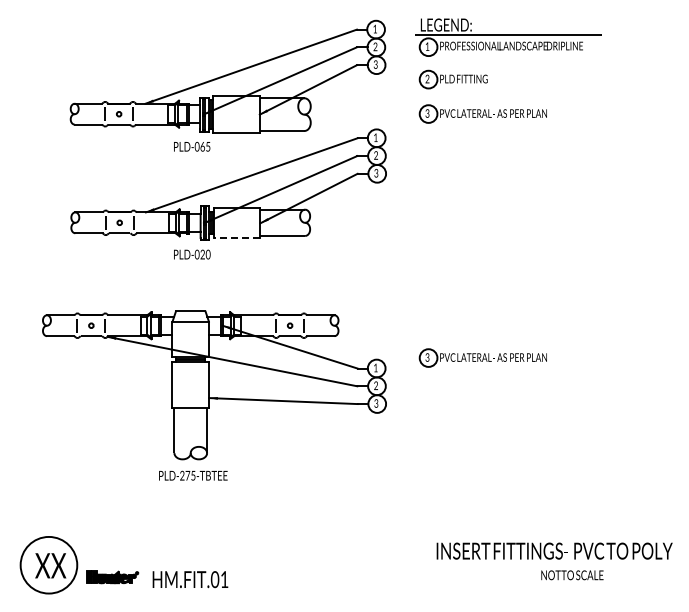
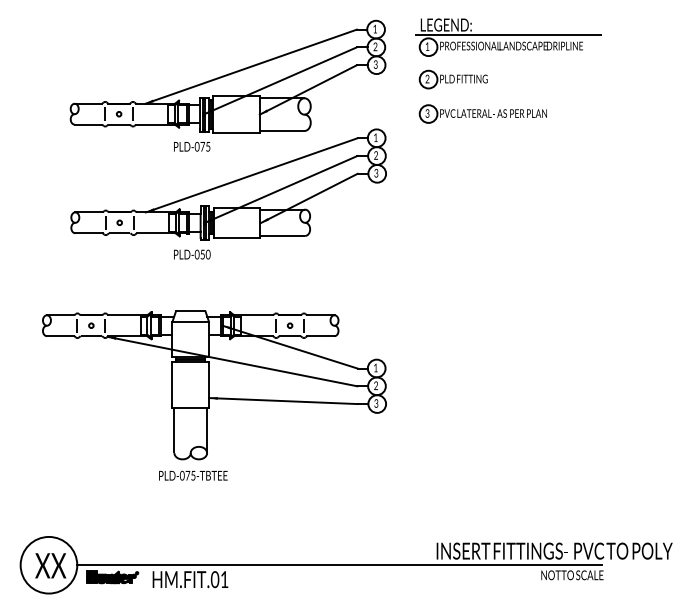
text at (202, 146): PLD-065 -> PLD-075
line at (236, 238): dashed -> solid
text at (202, 254): PLD-020 -> PLD-050
part at (482, 357): present -> none
text at (181, 476): PLD-275-TBTEE -> PLD-075-TBTEE
line at (339, 565): none -> present
